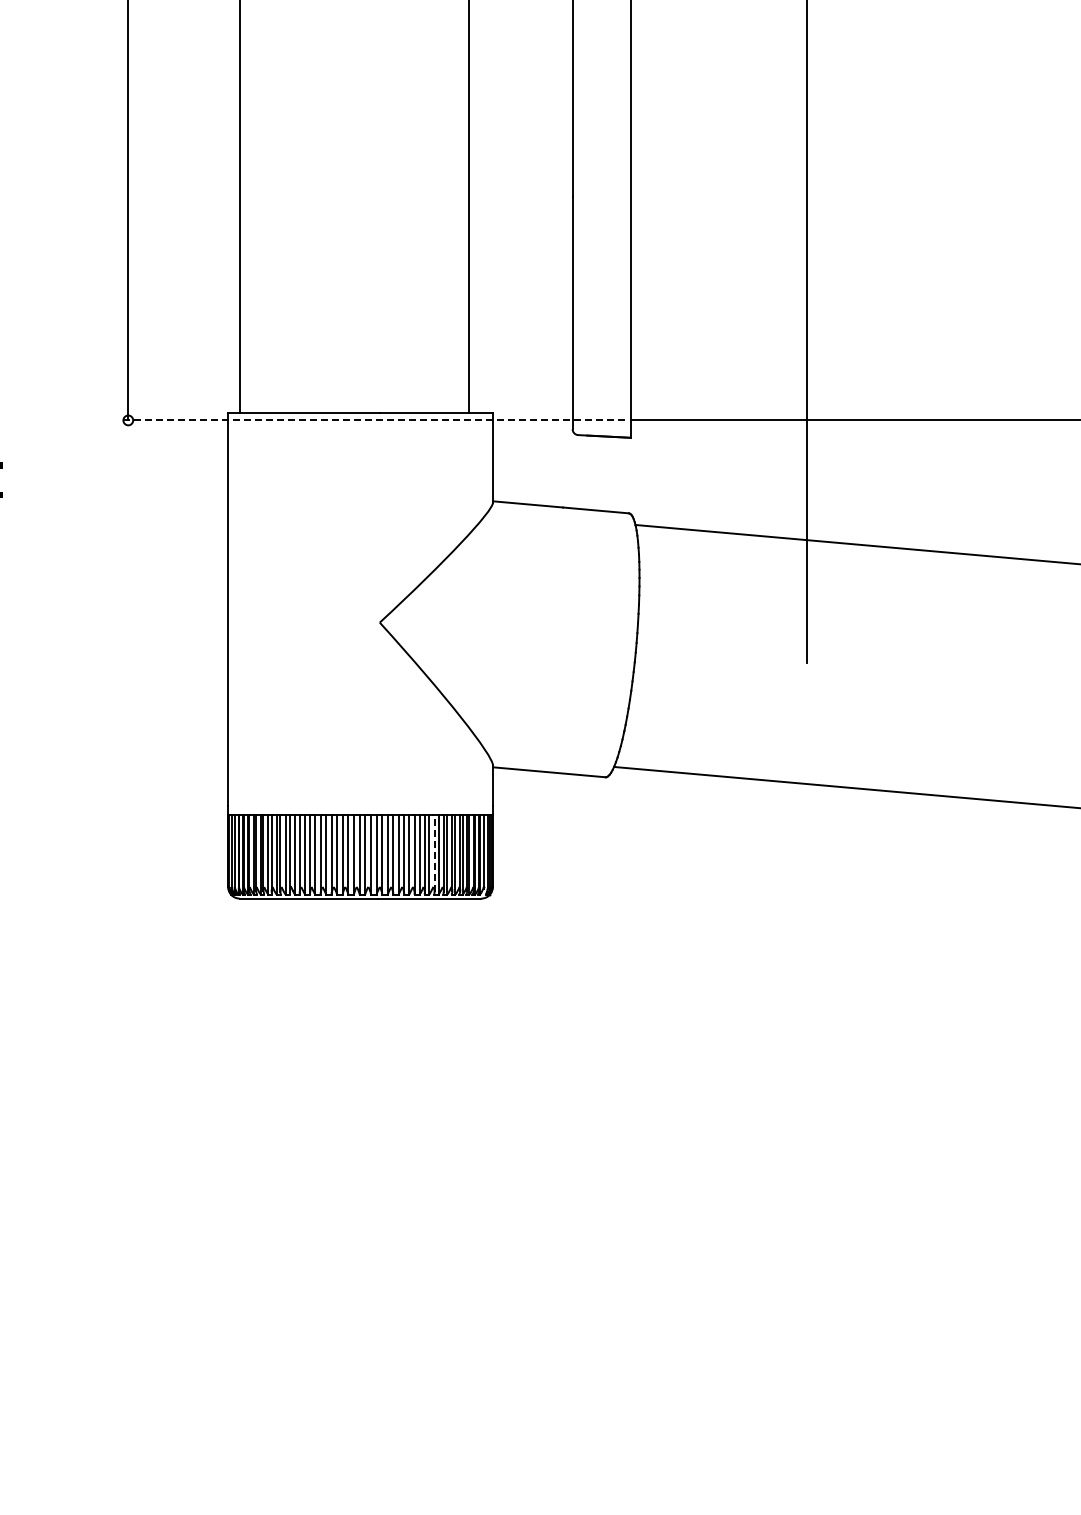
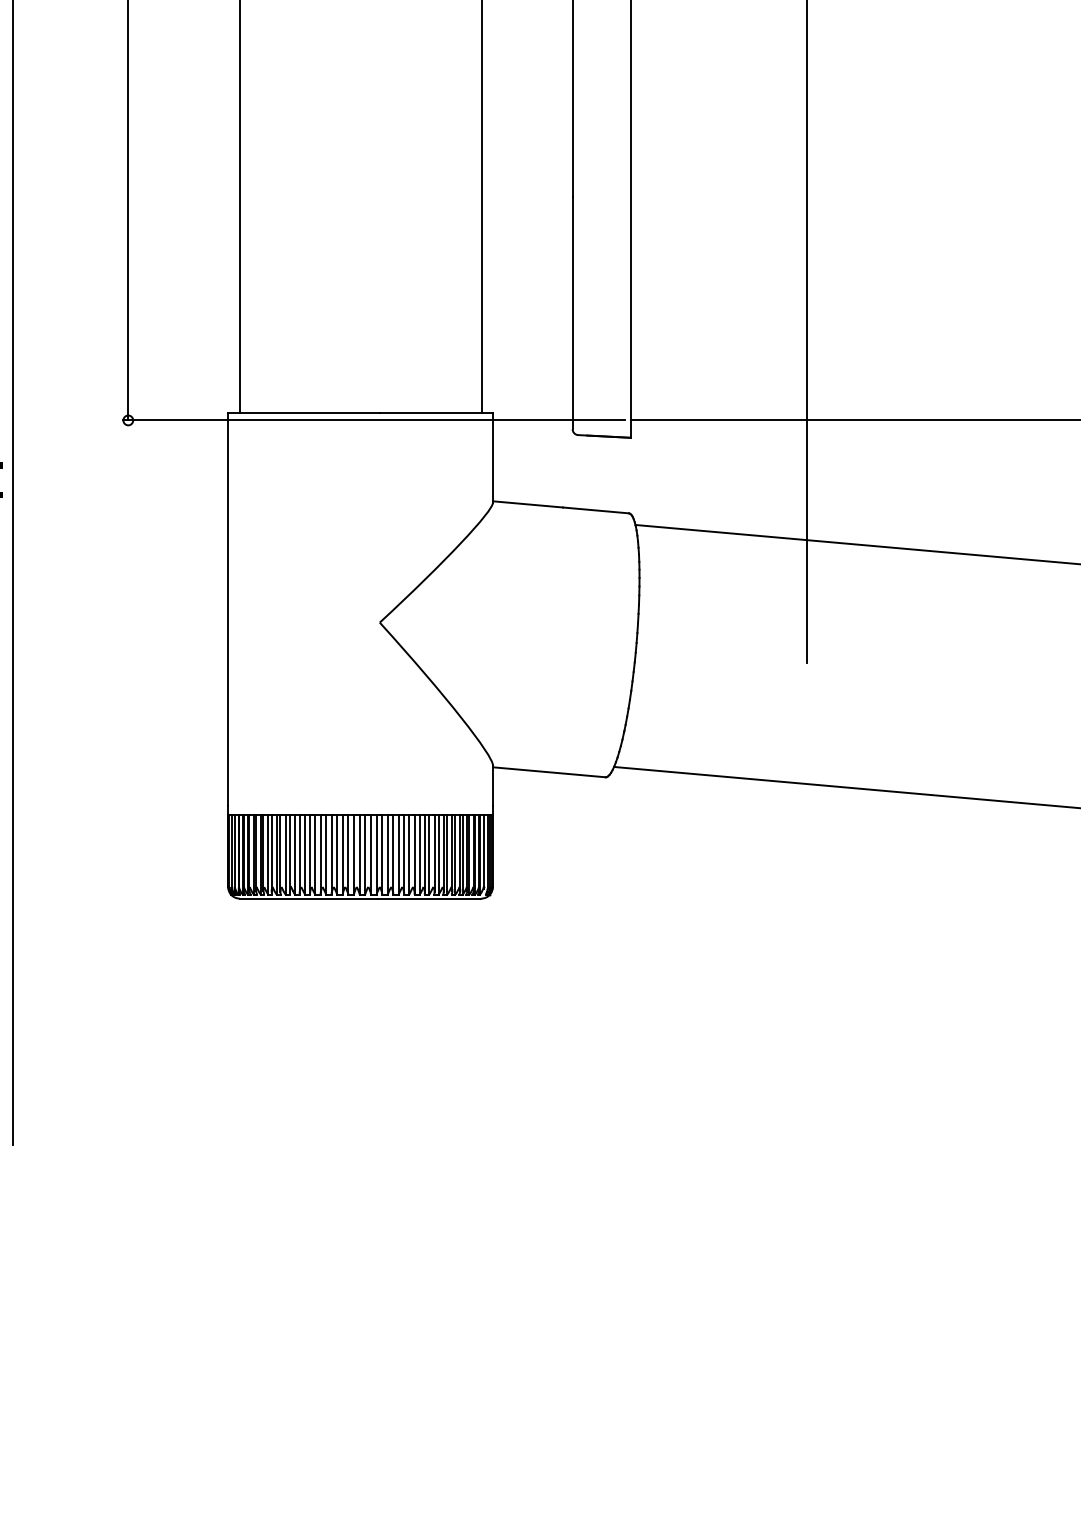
line at (469, 207) position: (469, 207) -> (482, 207)
line at (373, 420): dashed -> solid
line at (12, 573): none -> present
line at (434, 853): dashed -> solid
